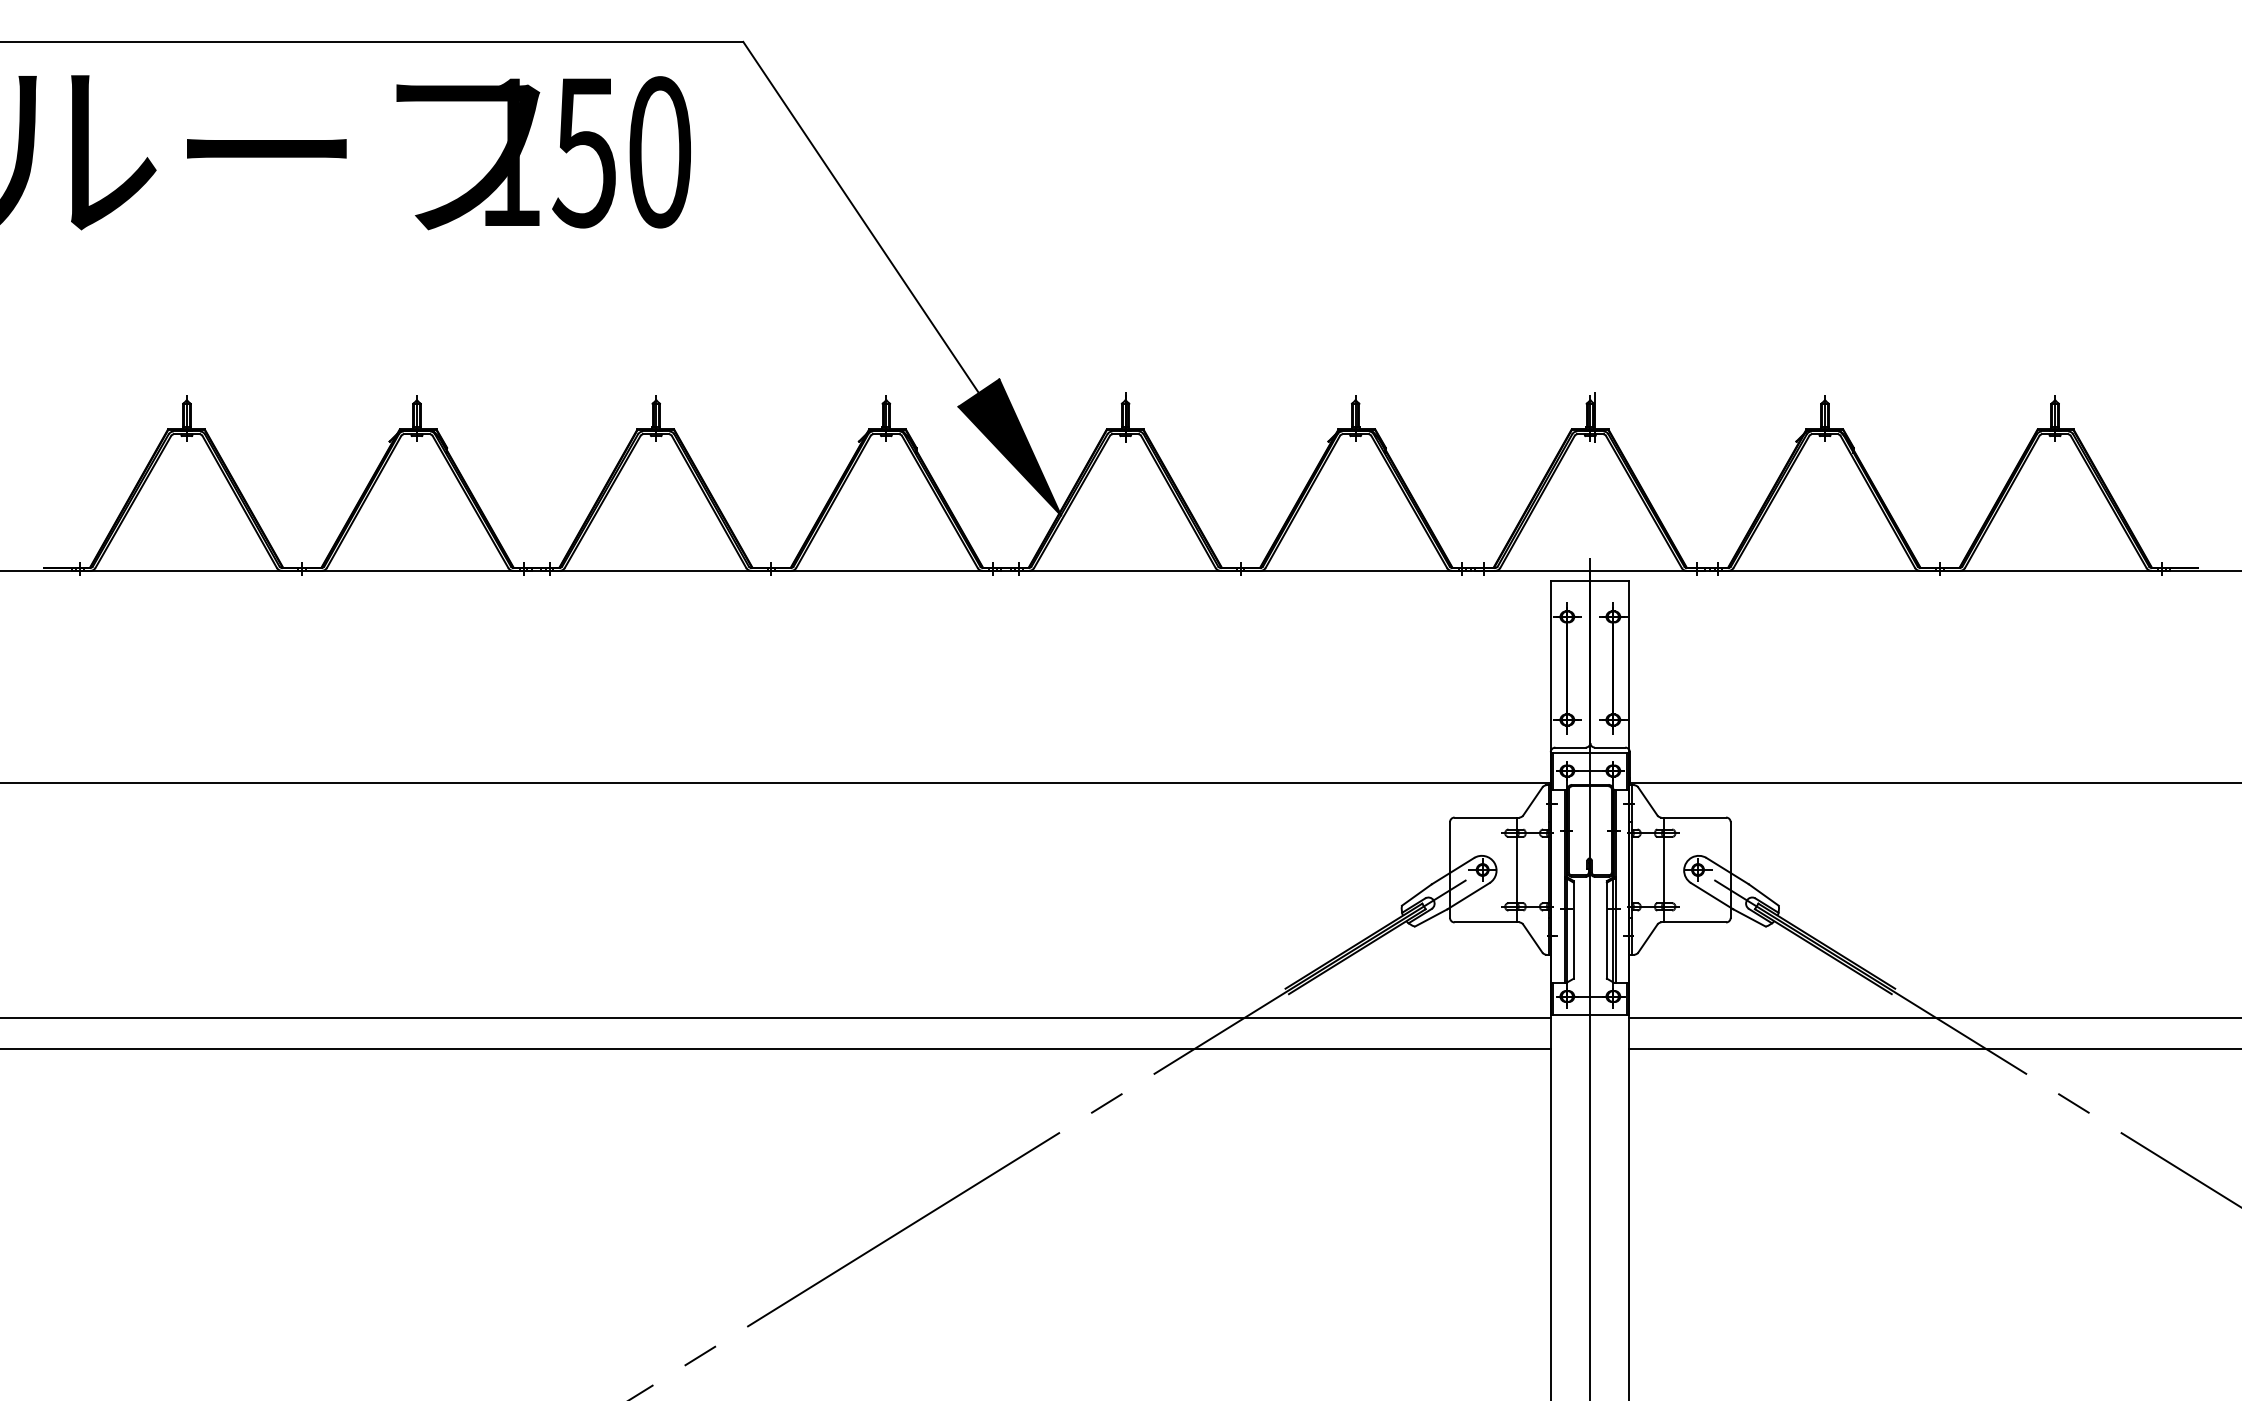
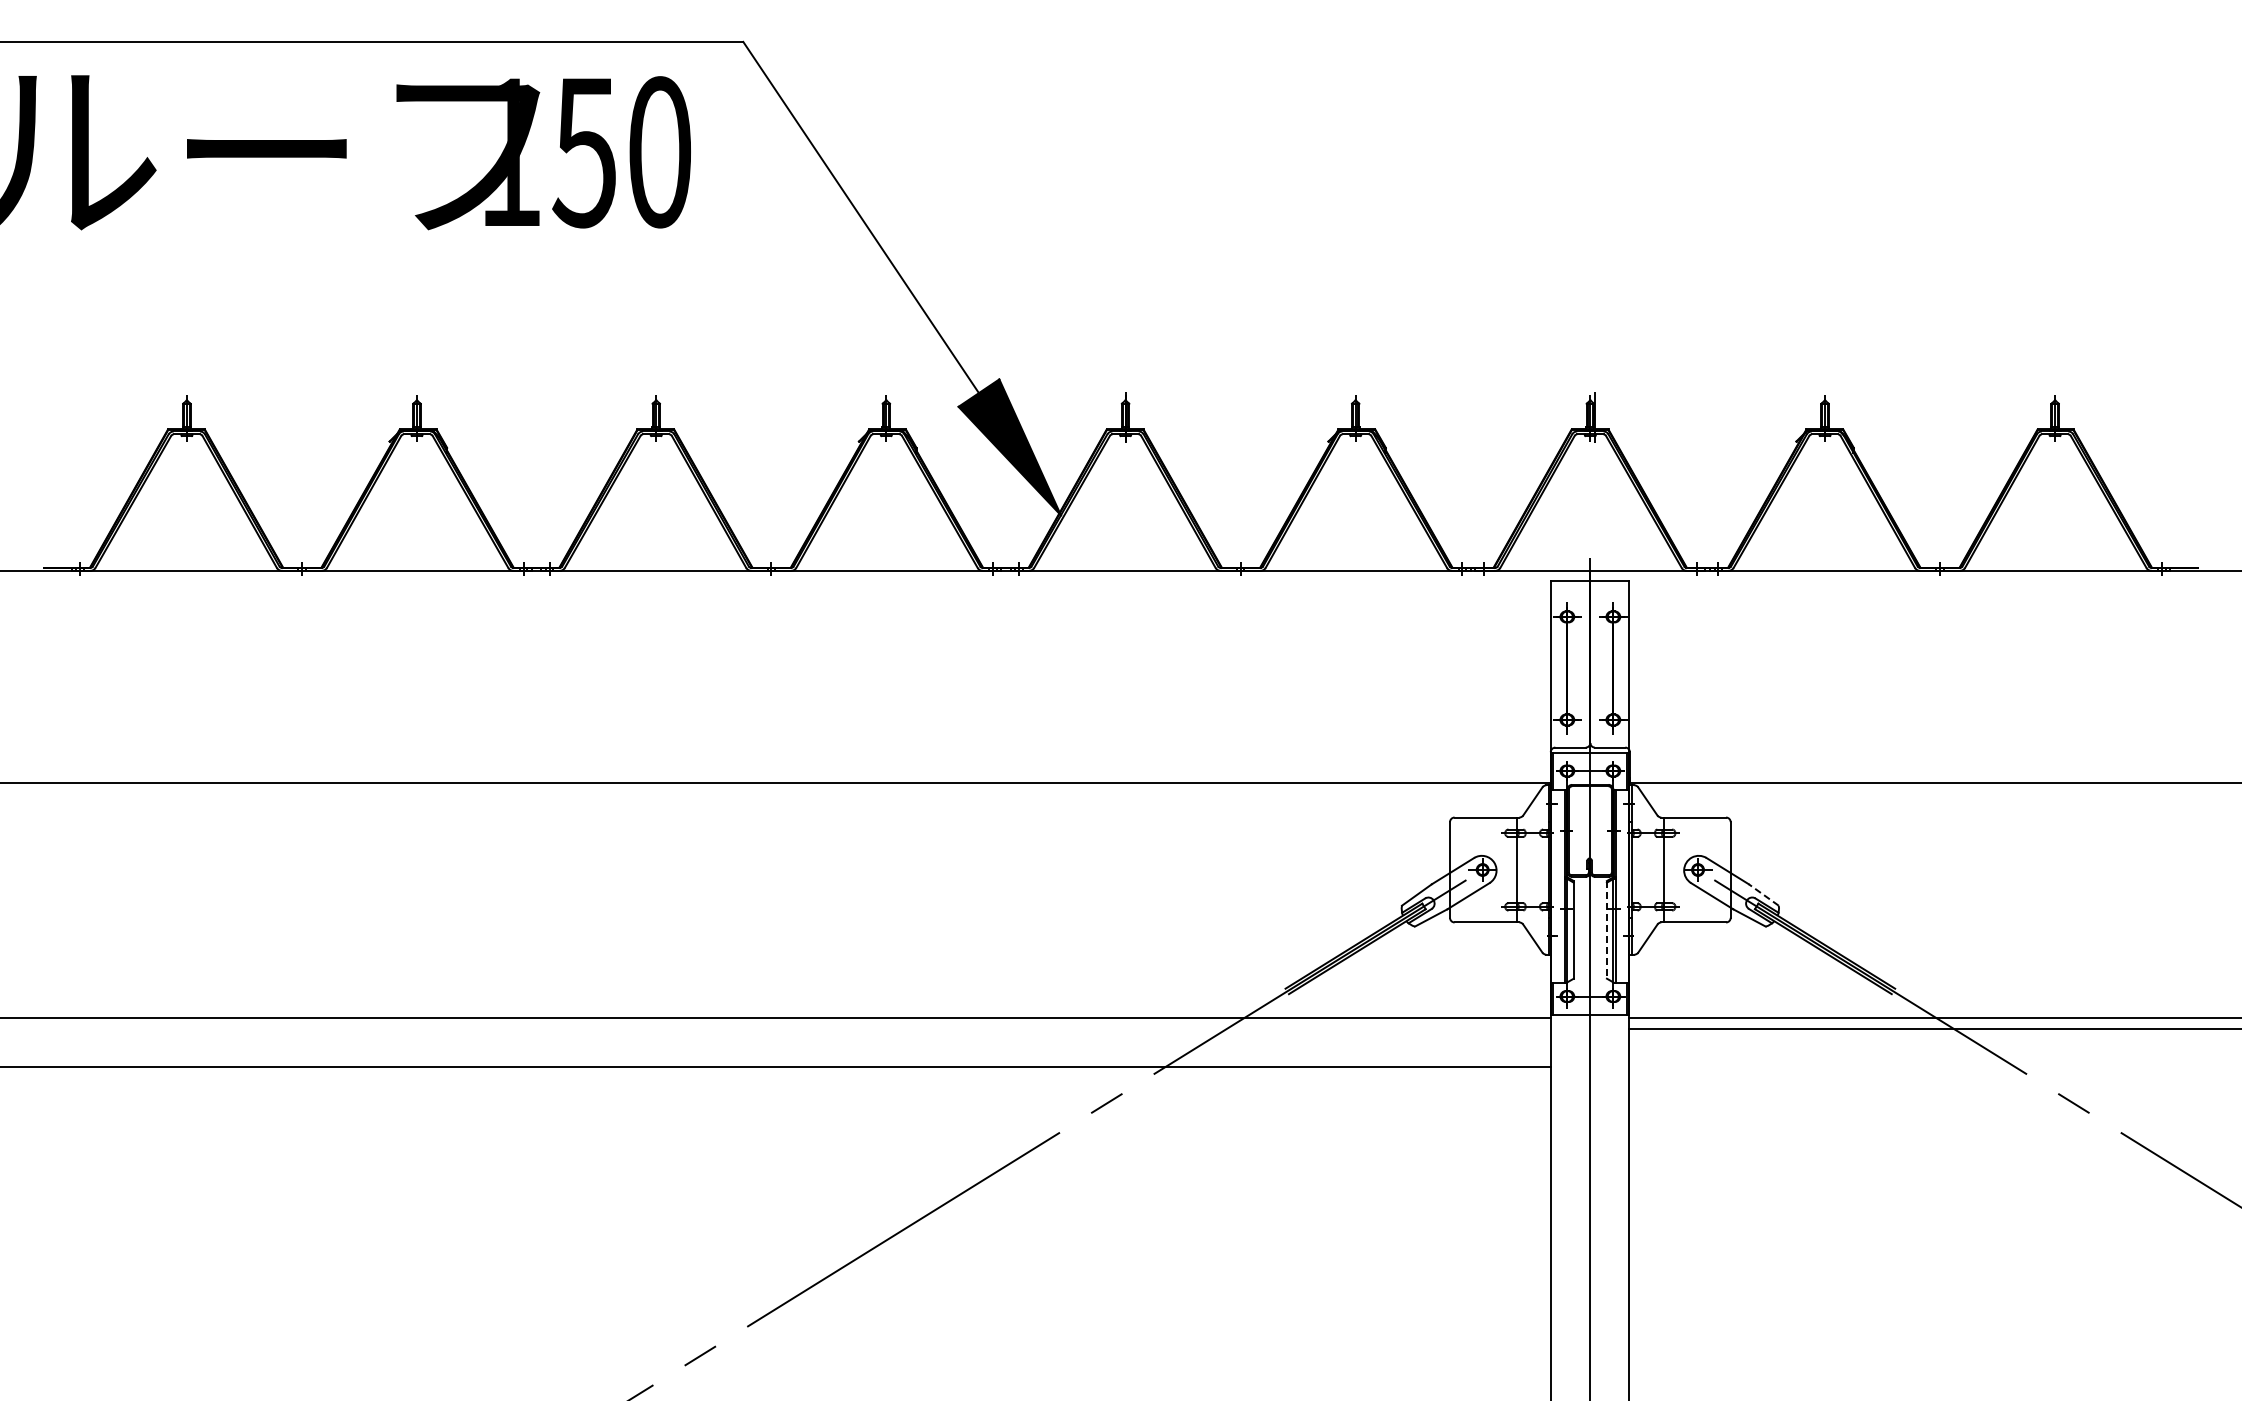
line at (1763, 894): solid -> dashed
line at (1606, 929): solid -> dashed
line at (776, 1048) position: (776, 1048) -> (776, 1066)
line at (1933, 1048) position: (1933, 1048) -> (1933, 1028)
